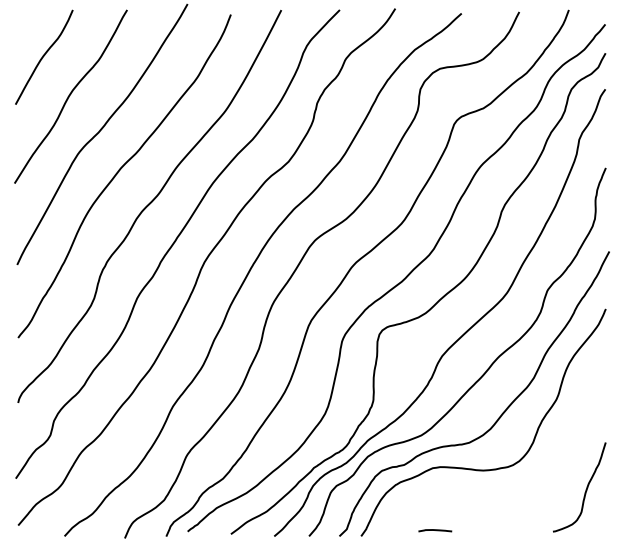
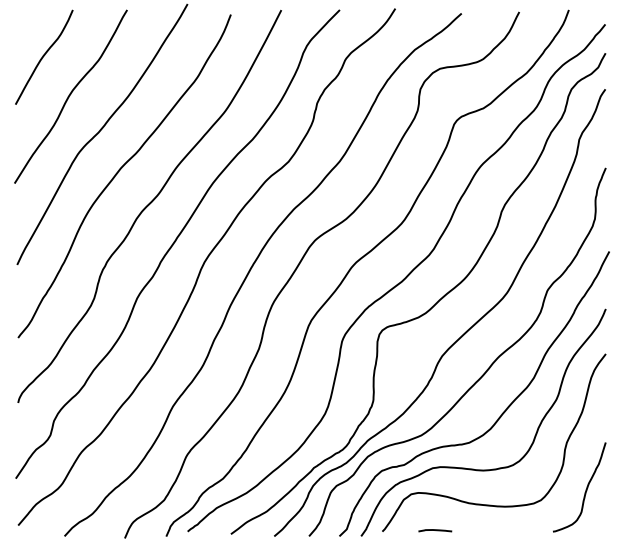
curve at (491, 504): none -> present
